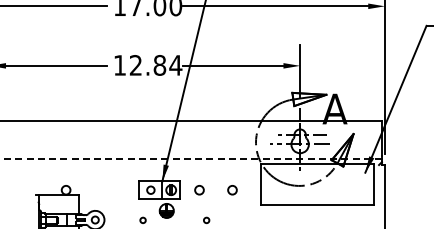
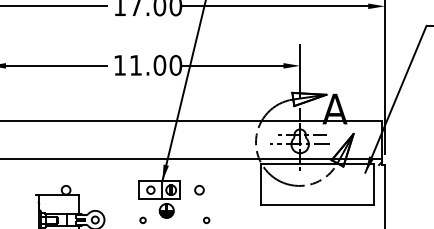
text at (155, 65): 12.84 -> 11.00
line at (191, 159): dashed -> solid
circle at (232, 190): present -> none
